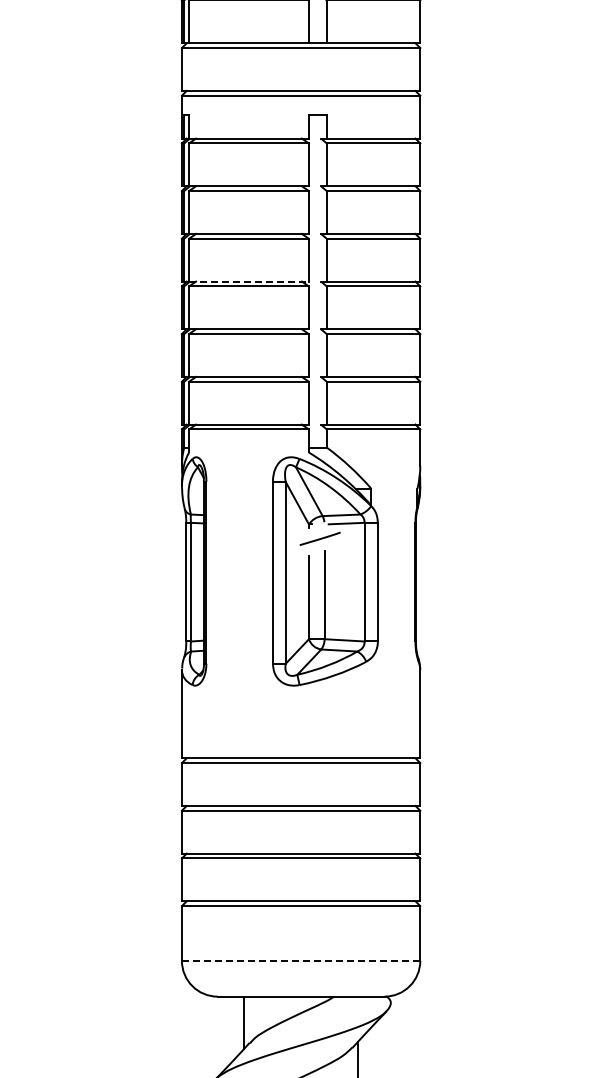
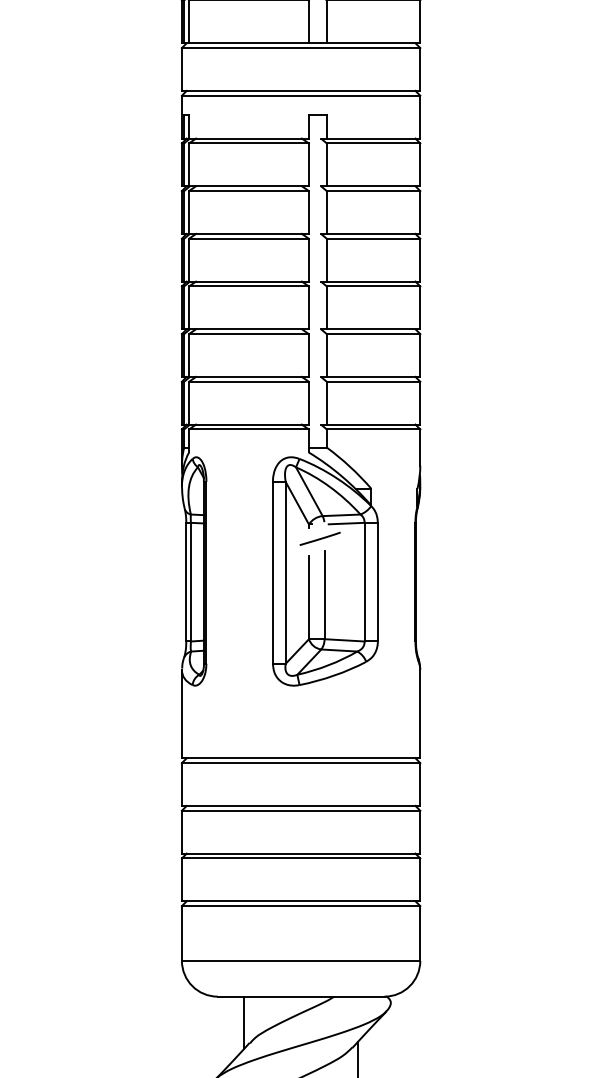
line at (248, 281): dashed -> solid
line at (301, 960): dashed -> solid
